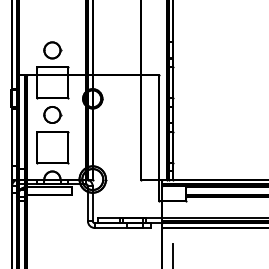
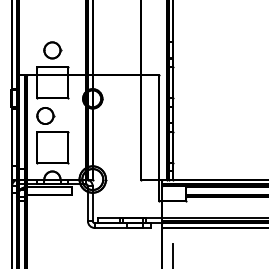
part at (52, 114) position: (52, 114) -> (45, 115)
